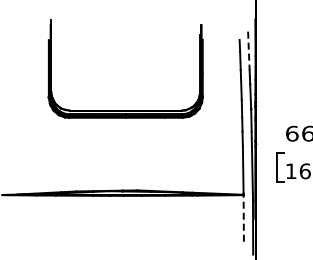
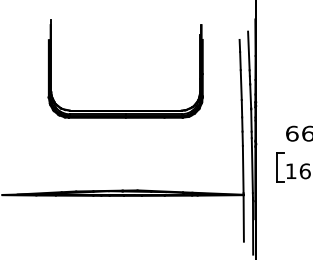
line at (248, 51): dashed -> solid
line at (243, 217): dashed -> solid
